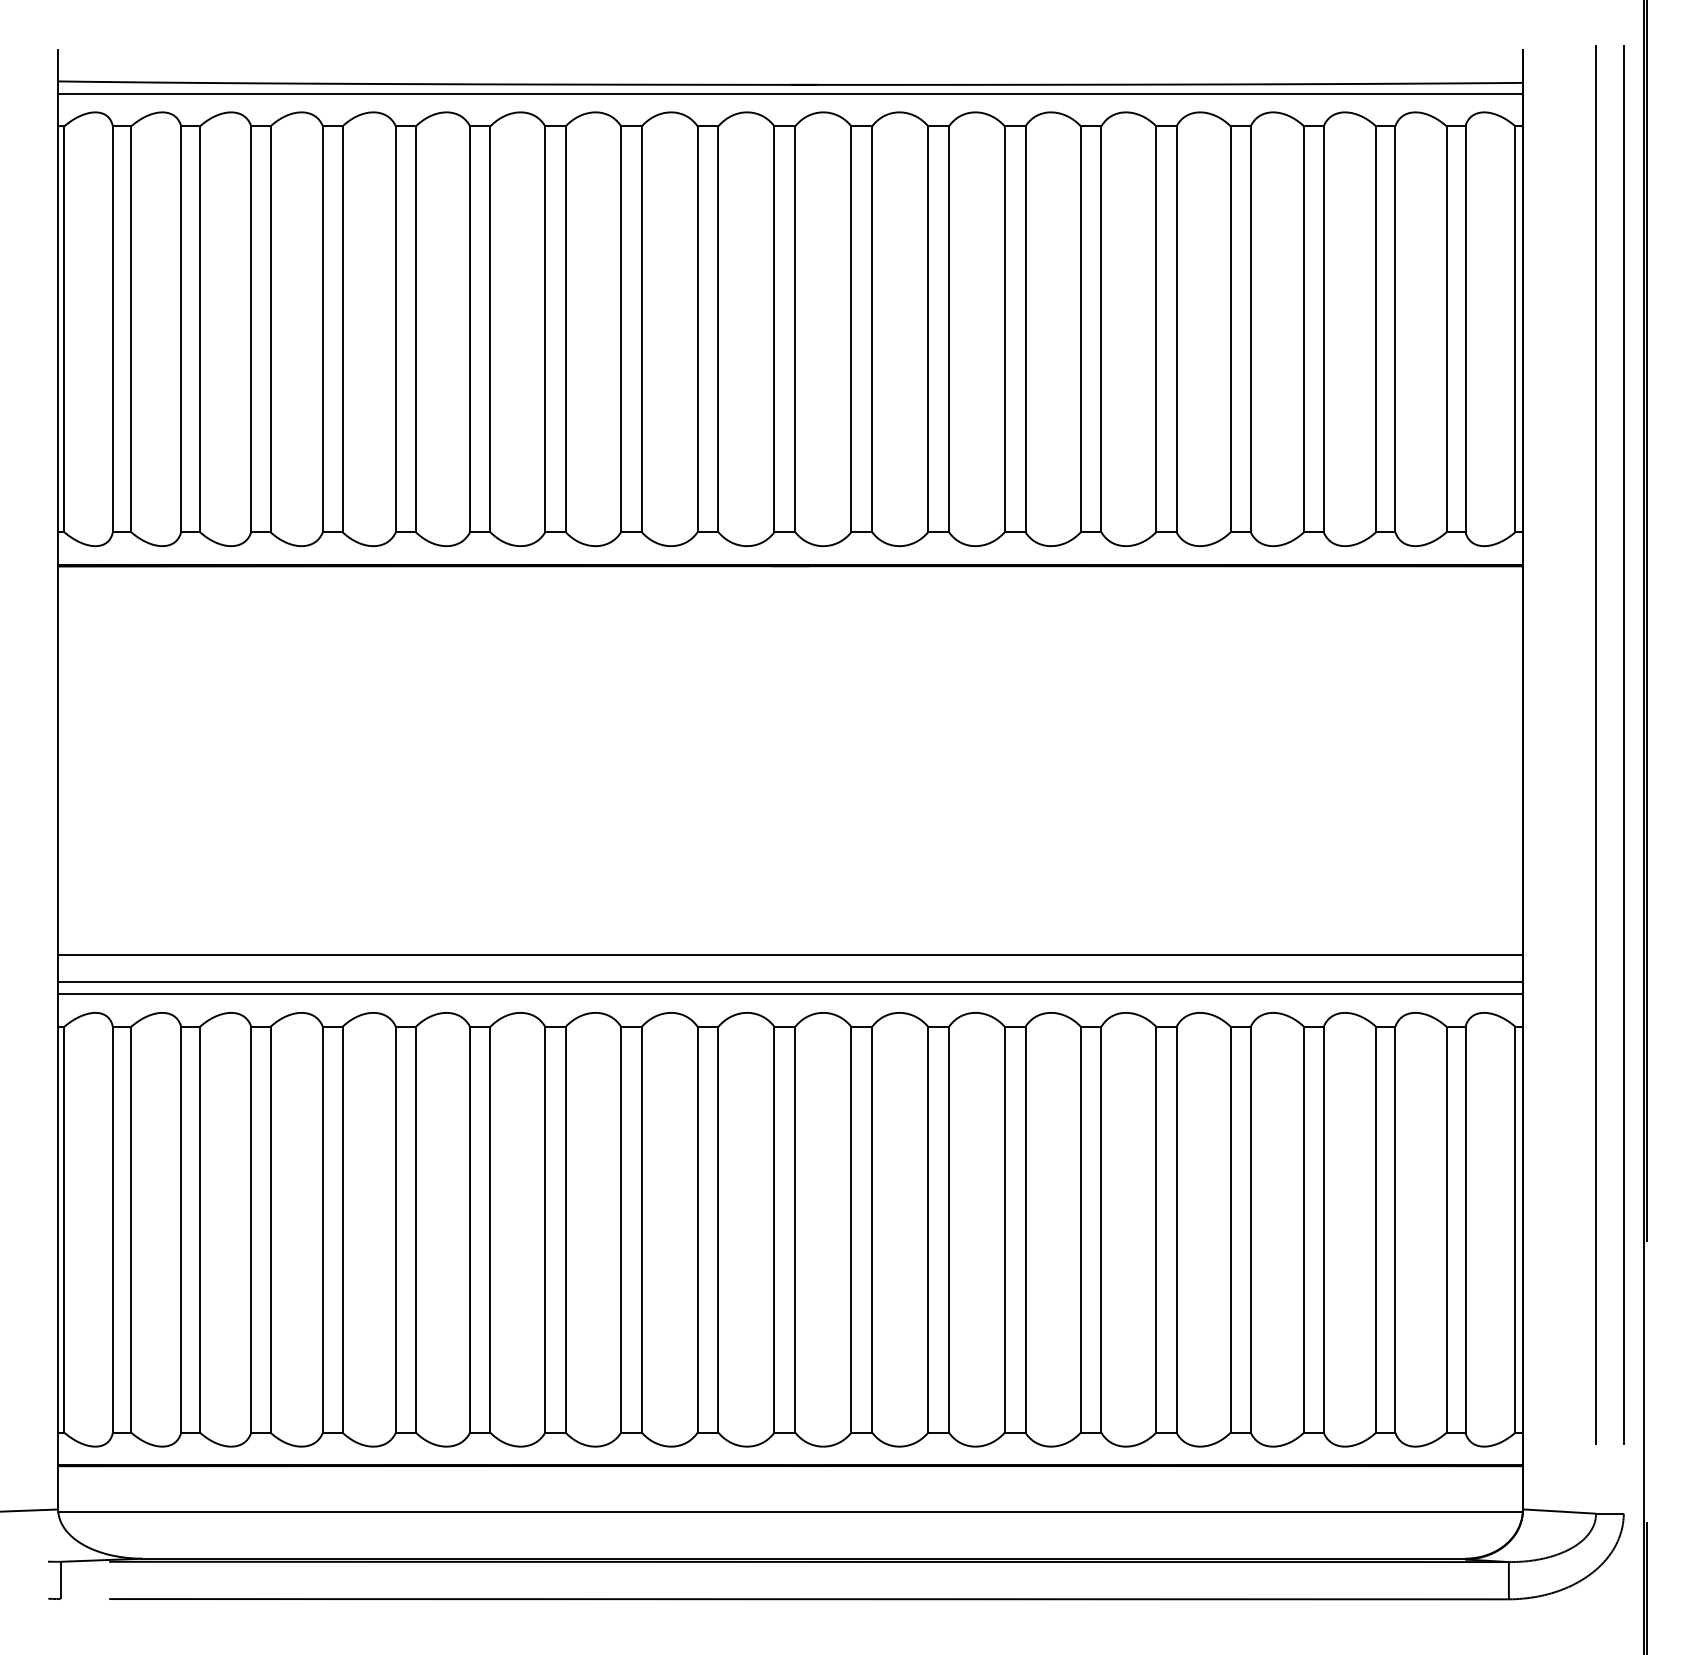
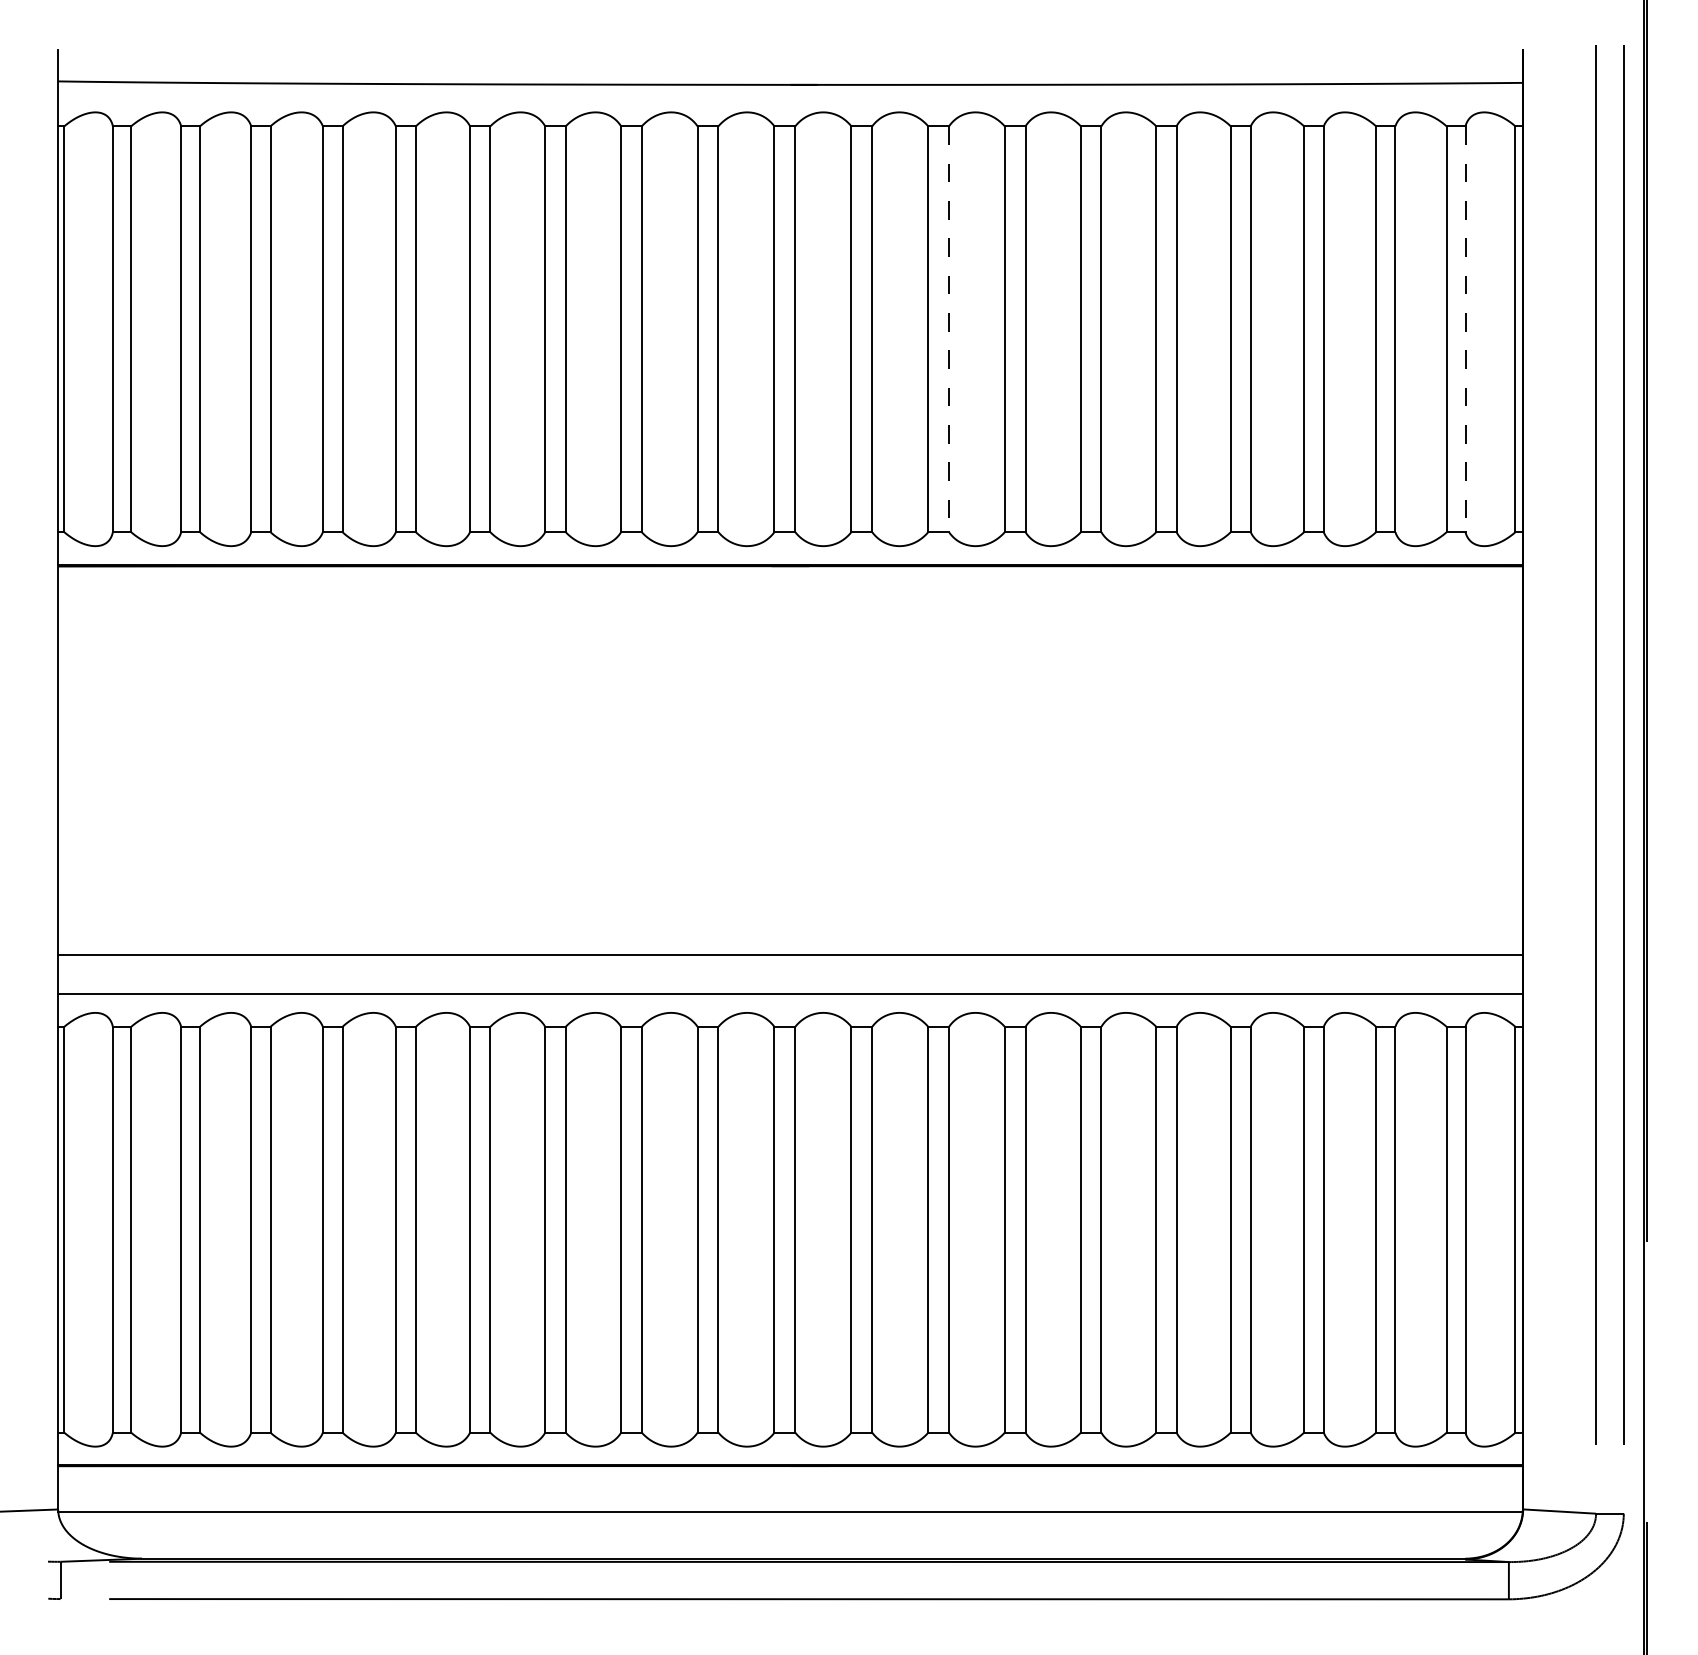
line at (790, 93): present -> none
line at (949, 329): solid -> dashed
line at (1465, 329): solid -> dashed
line at (790, 981): present -> none
